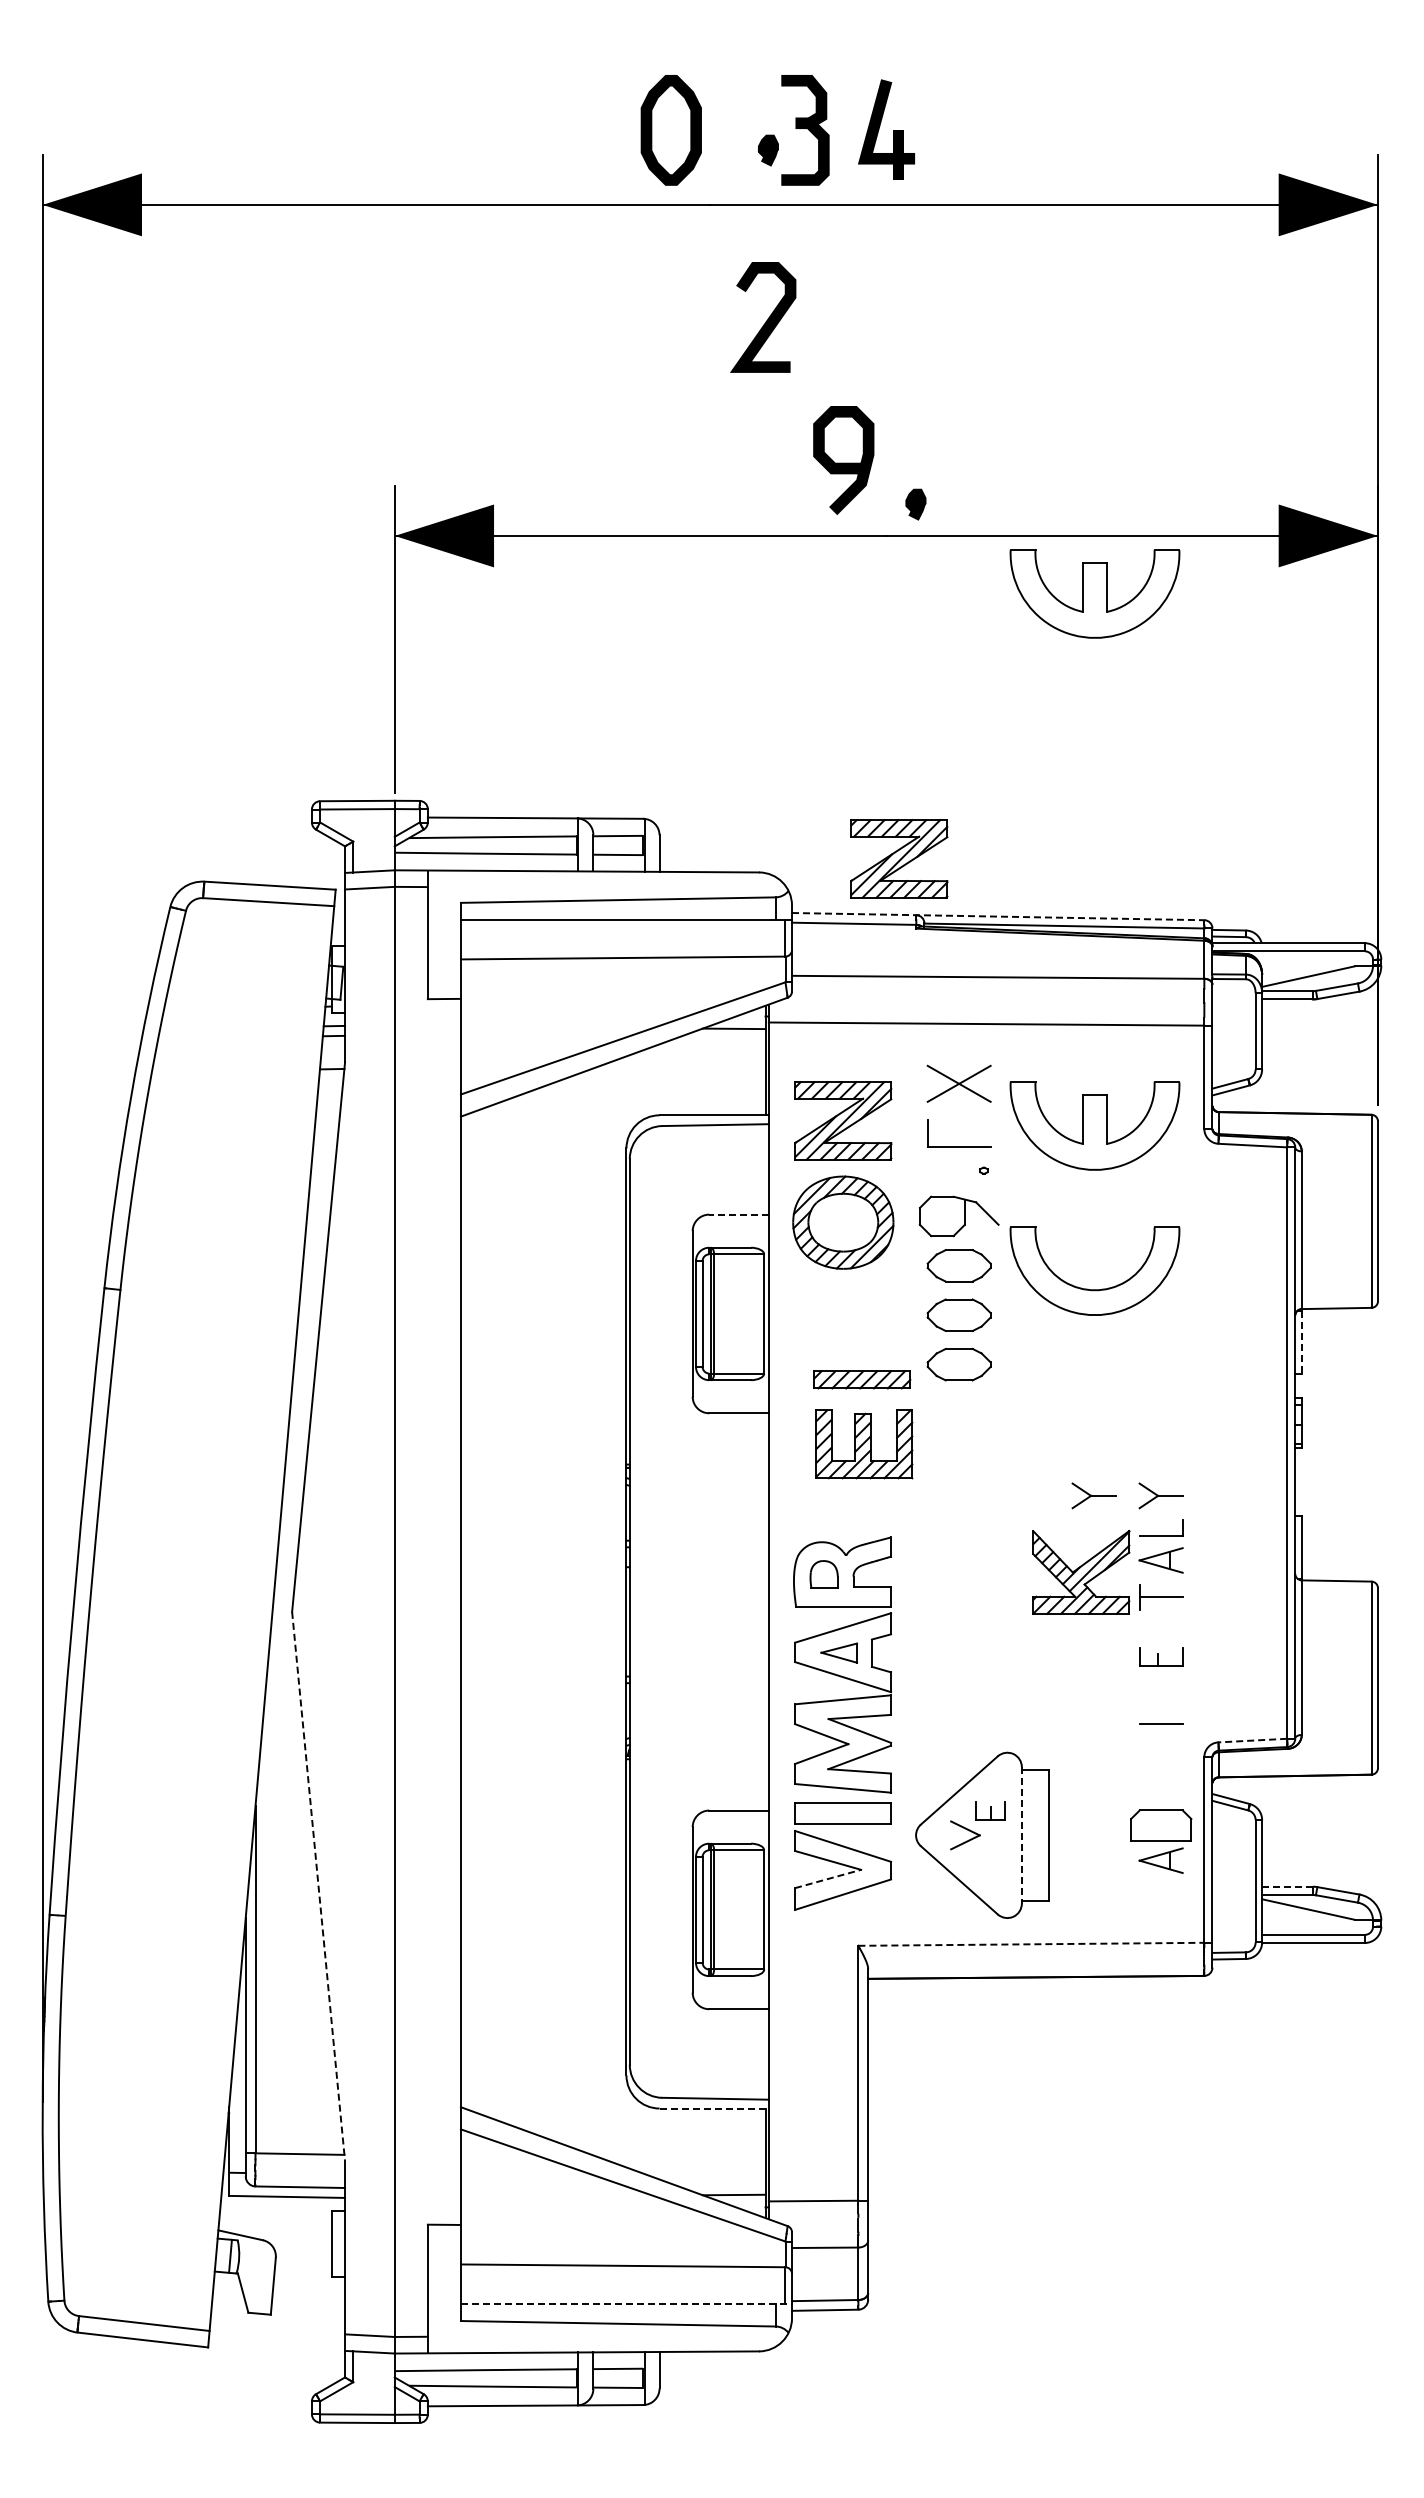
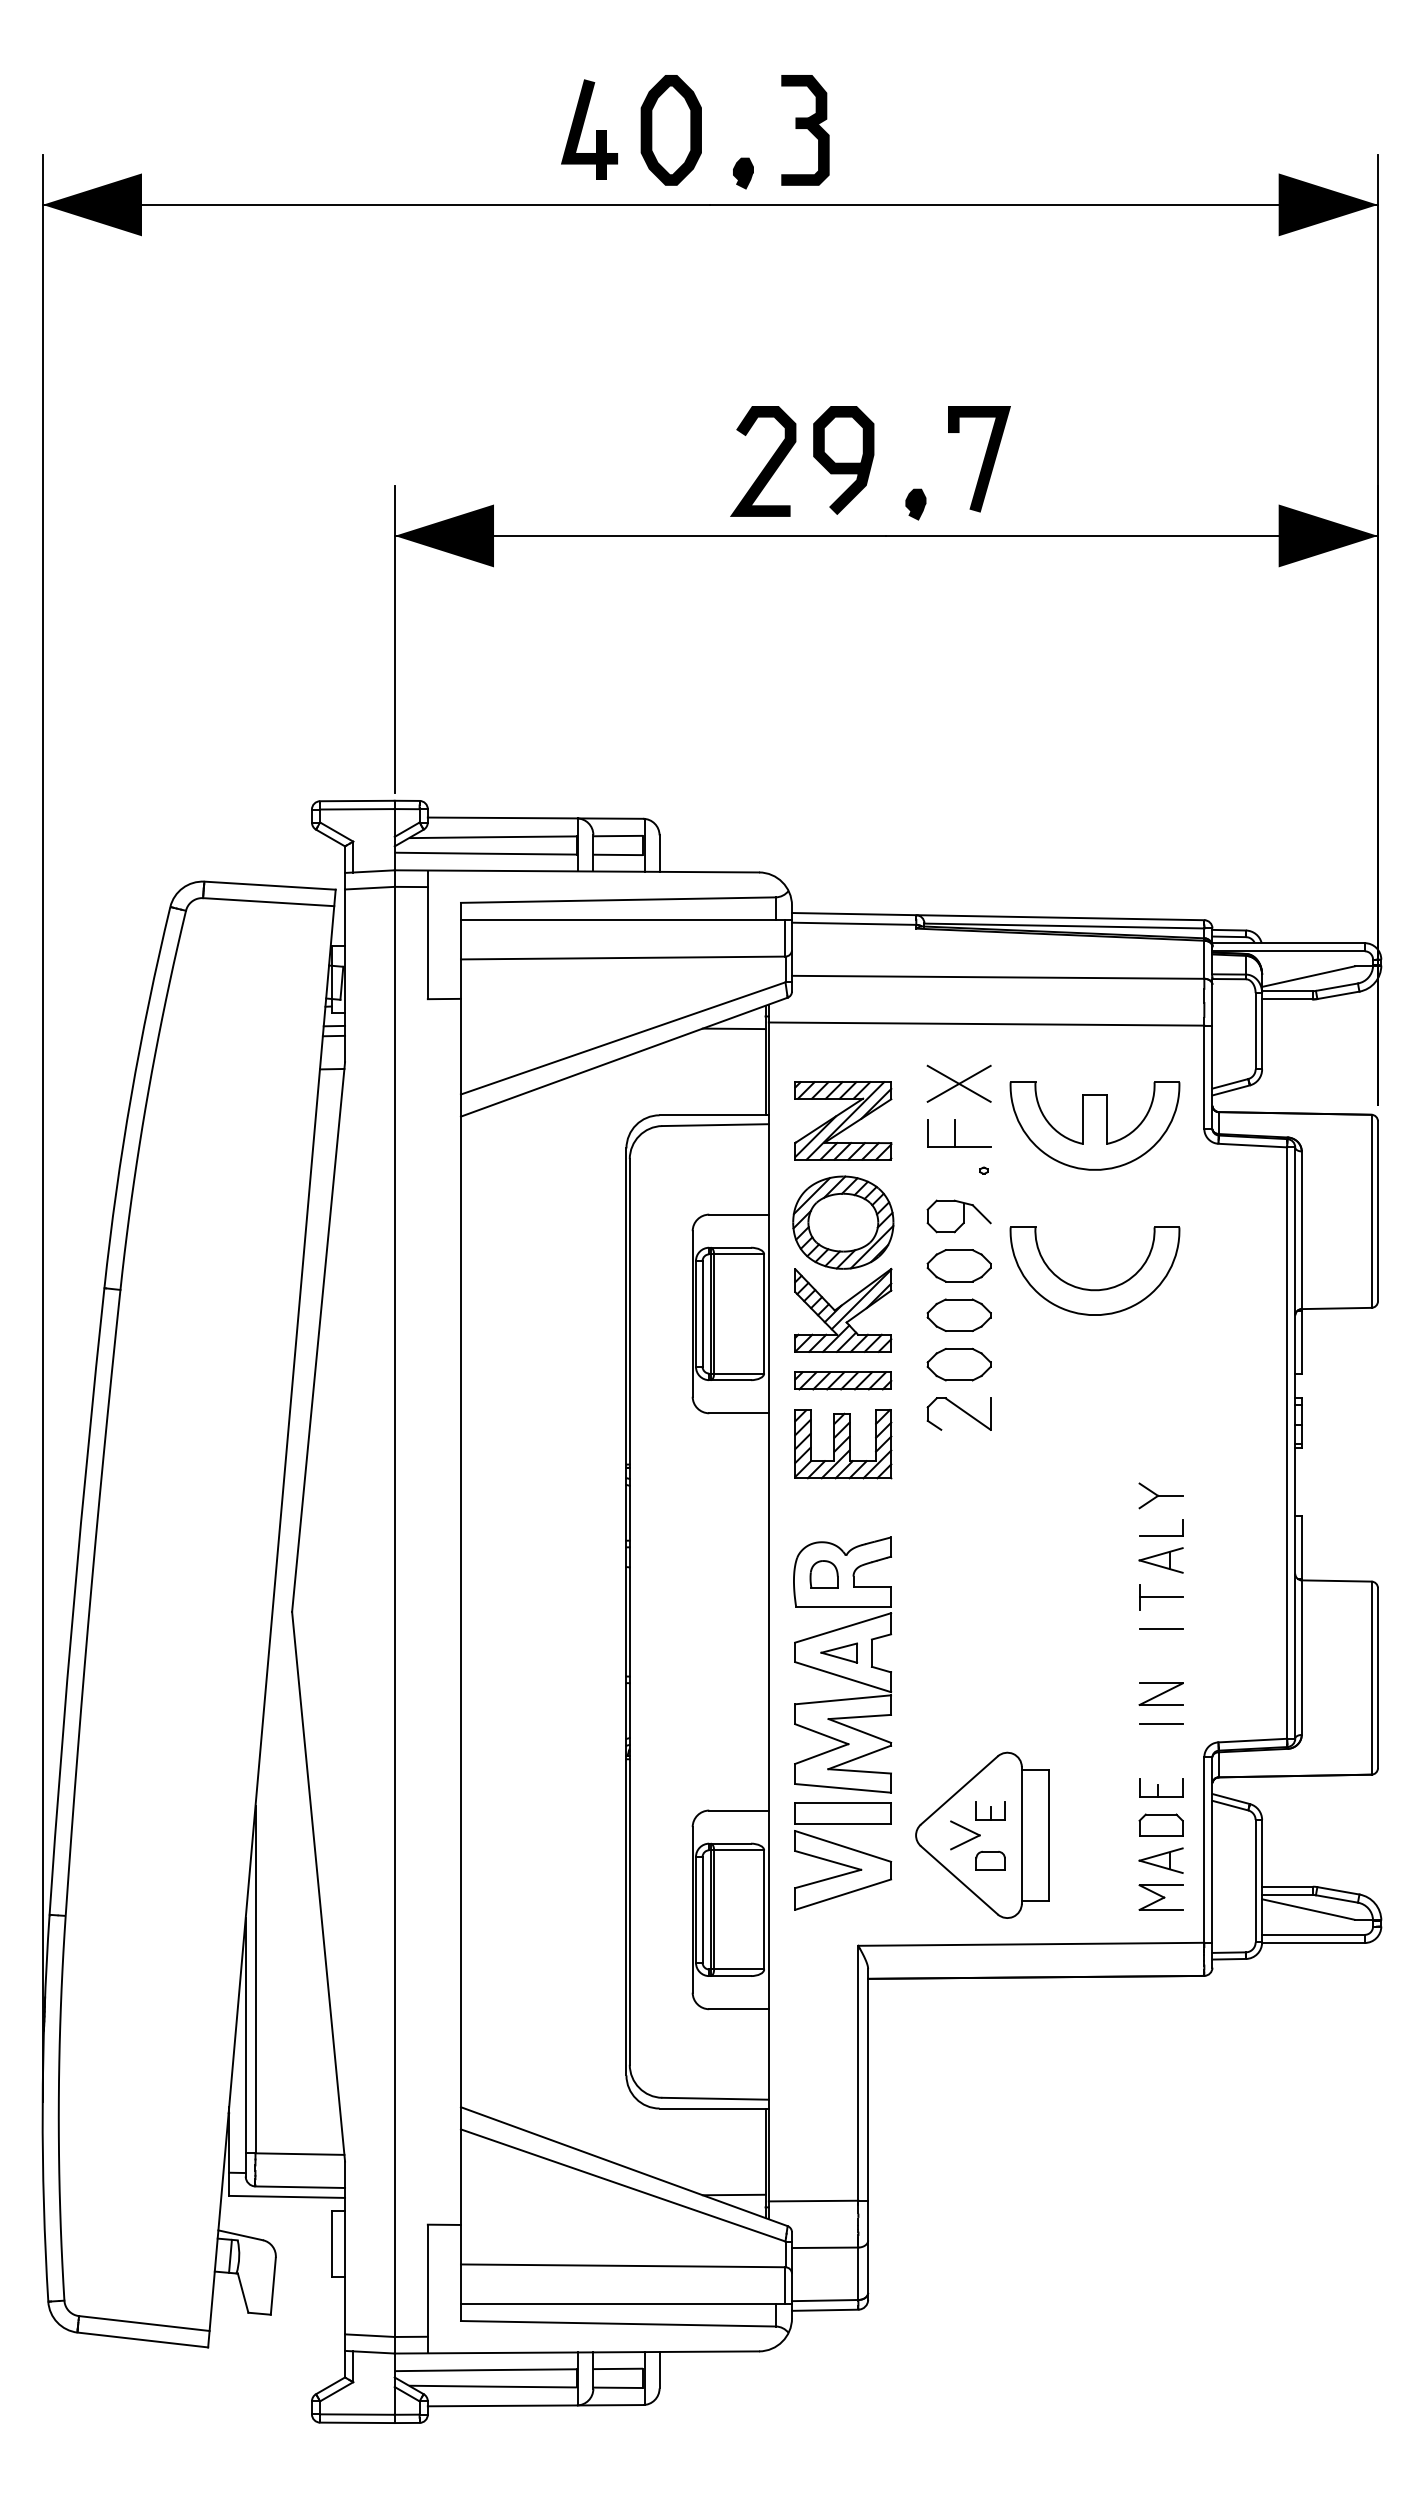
part at (880, 126) position: (880, 126) -> (583, 126)
part at (768, 150) position: (768, 150) -> (743, 173)
curve at (767, 318) position: (767, 318) -> (767, 462)
line at (983, 459): none -> present
part at (1094, 593): present -> none
part at (899, 858): present -> none
line at (998, 916): dashed -> solid
line at (954, 1132): none -> present
line at (739, 1214): dashed -> solid
part at (958, 1216) size: 82x43 px -> 66x35 px
line at (1301, 1342): dashed -> solid
part at (862, 1379) position: (862, 1379) -> (843, 1380)
part at (958, 1413): none -> present
part at (864, 1444) position: (864, 1444) -> (843, 1444)
part at (1093, 1495): present -> none
part at (1081, 1572) position: (1081, 1572) -> (843, 1310)
line at (1160, 1629): none -> present
part at (1161, 1656) position: (1161, 1656) -> (1161, 1787)
part at (1160, 1693): none -> present
line at (1252, 1740): dashed -> solid
part at (1161, 1825) size: 63x33 px -> 46x24 px
line at (1021, 1835): dashed -> solid
part at (990, 1860): none -> present
line at (828, 1878): dashed -> solid
line at (1286, 1886): dashed -> solid
line at (318, 1887): dashed -> solid
part at (1160, 1897): none -> present
line at (1031, 1944): dashed -> solid
line at (714, 2108): dashed -> solid
line at (626, 2303): dashed -> solid
